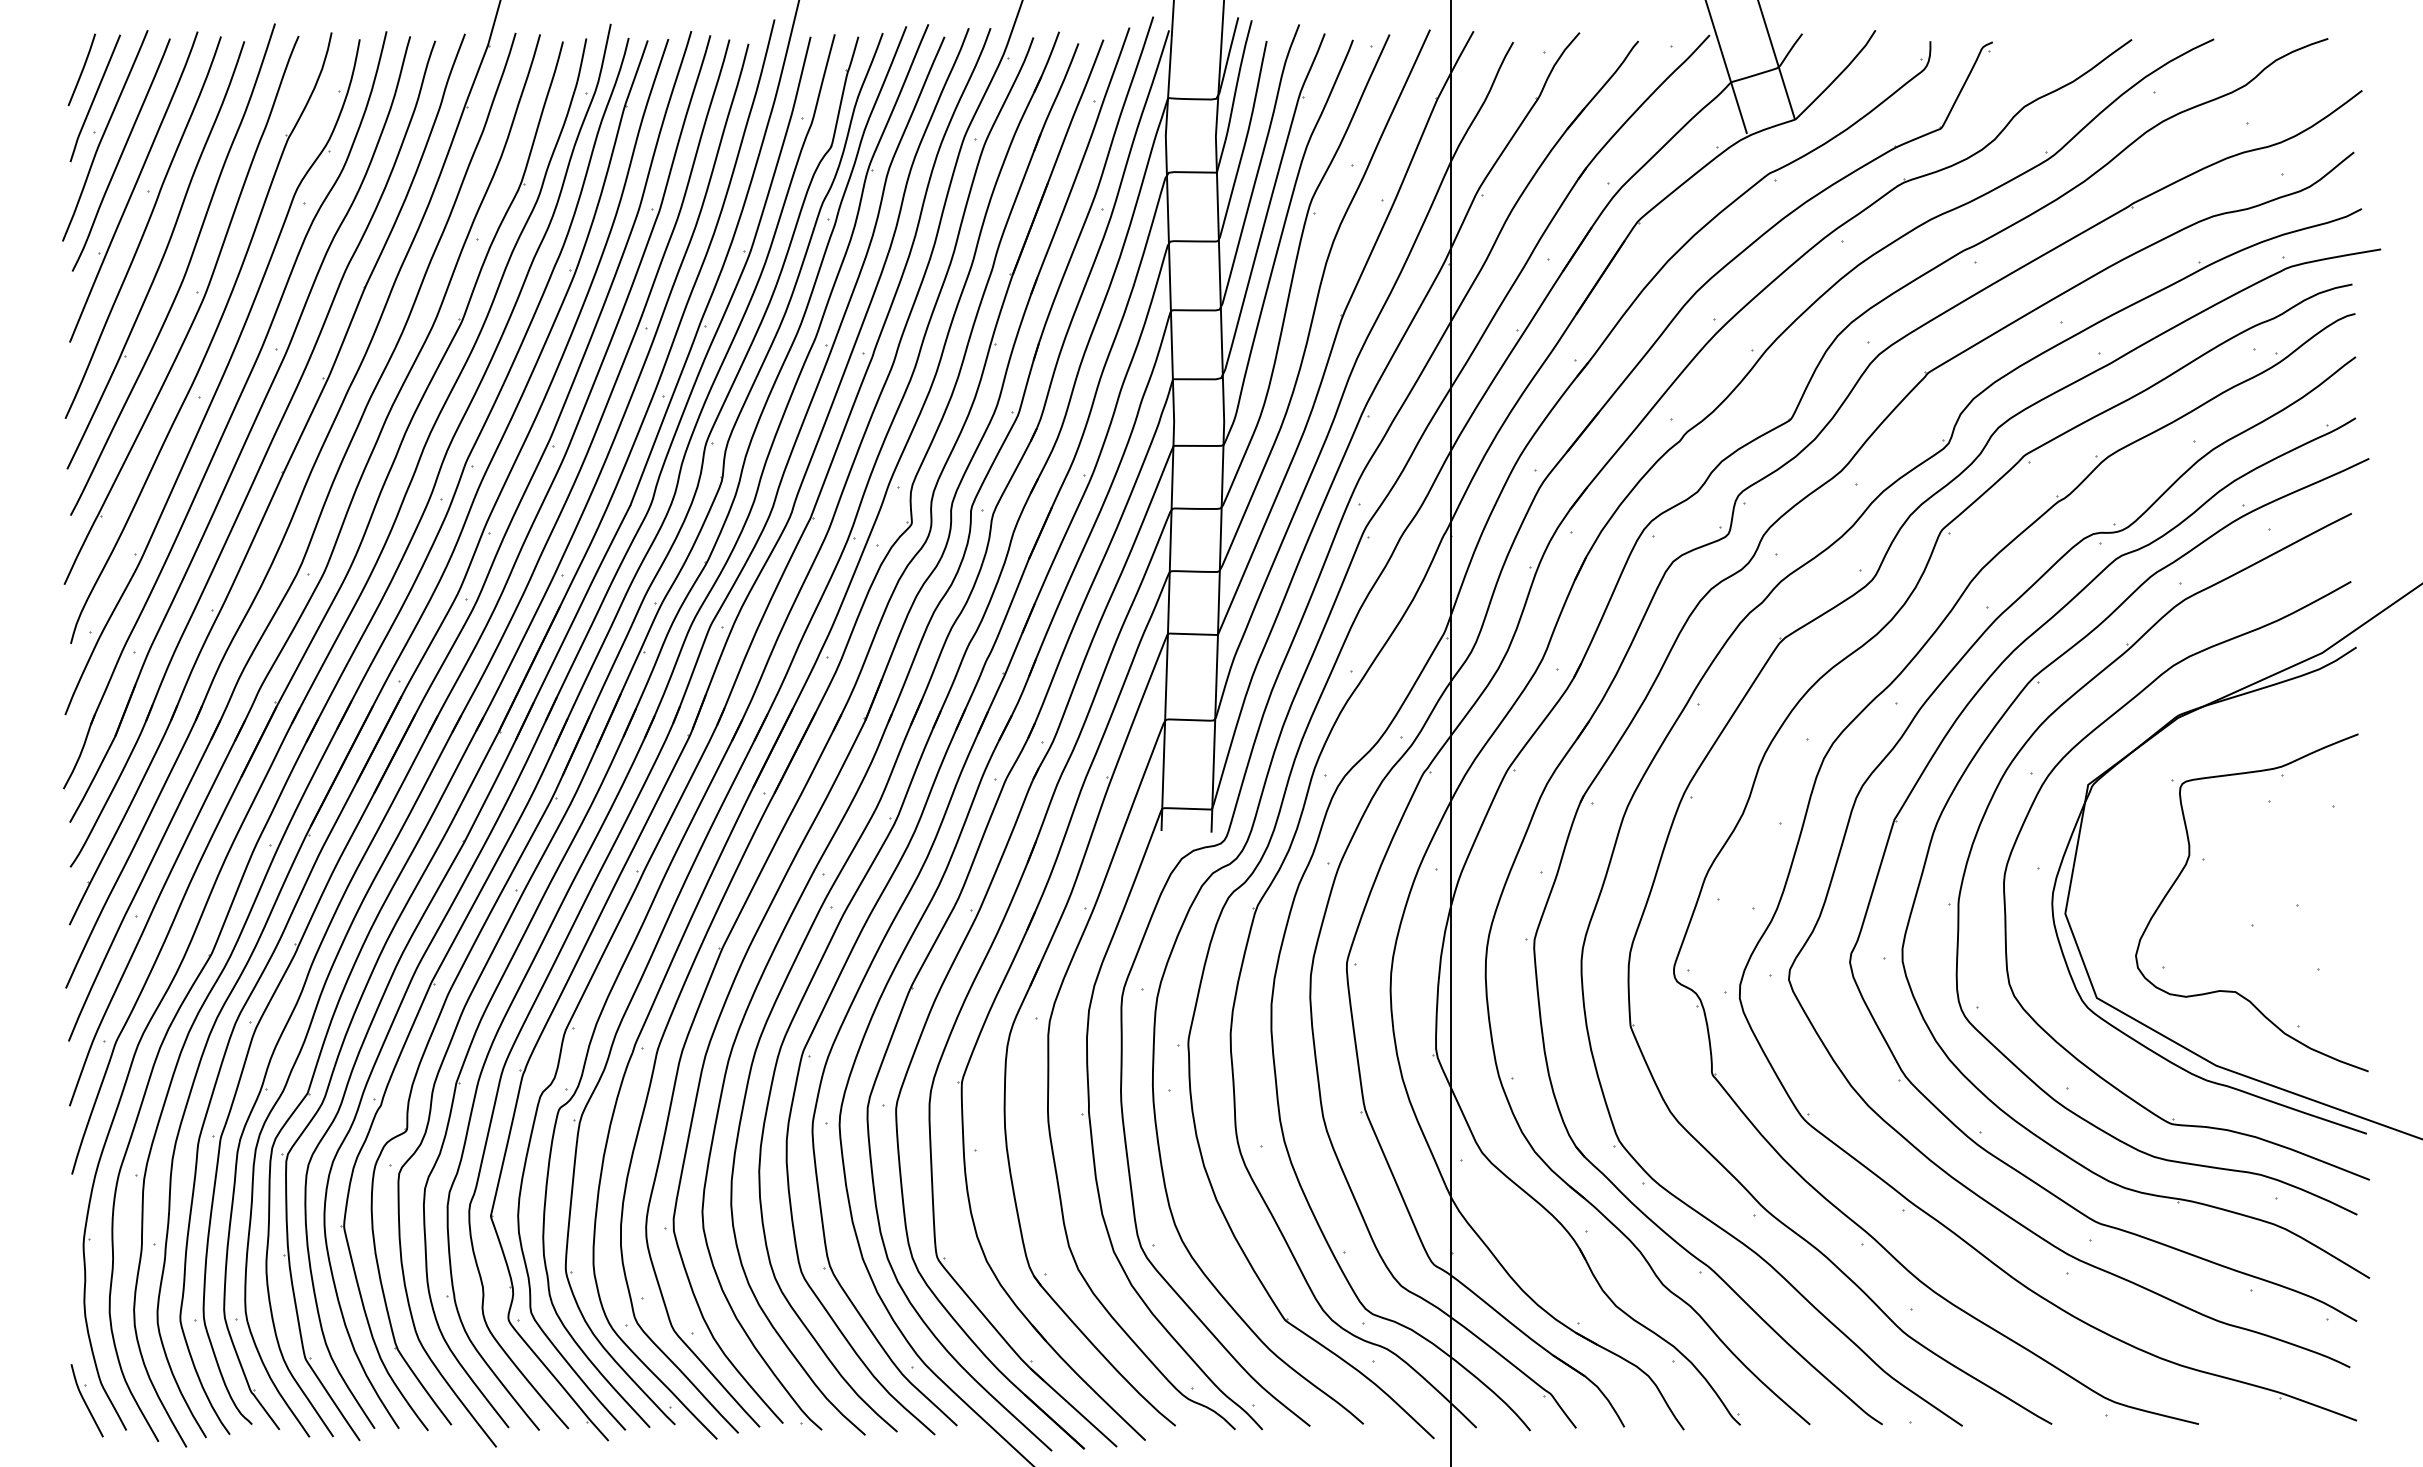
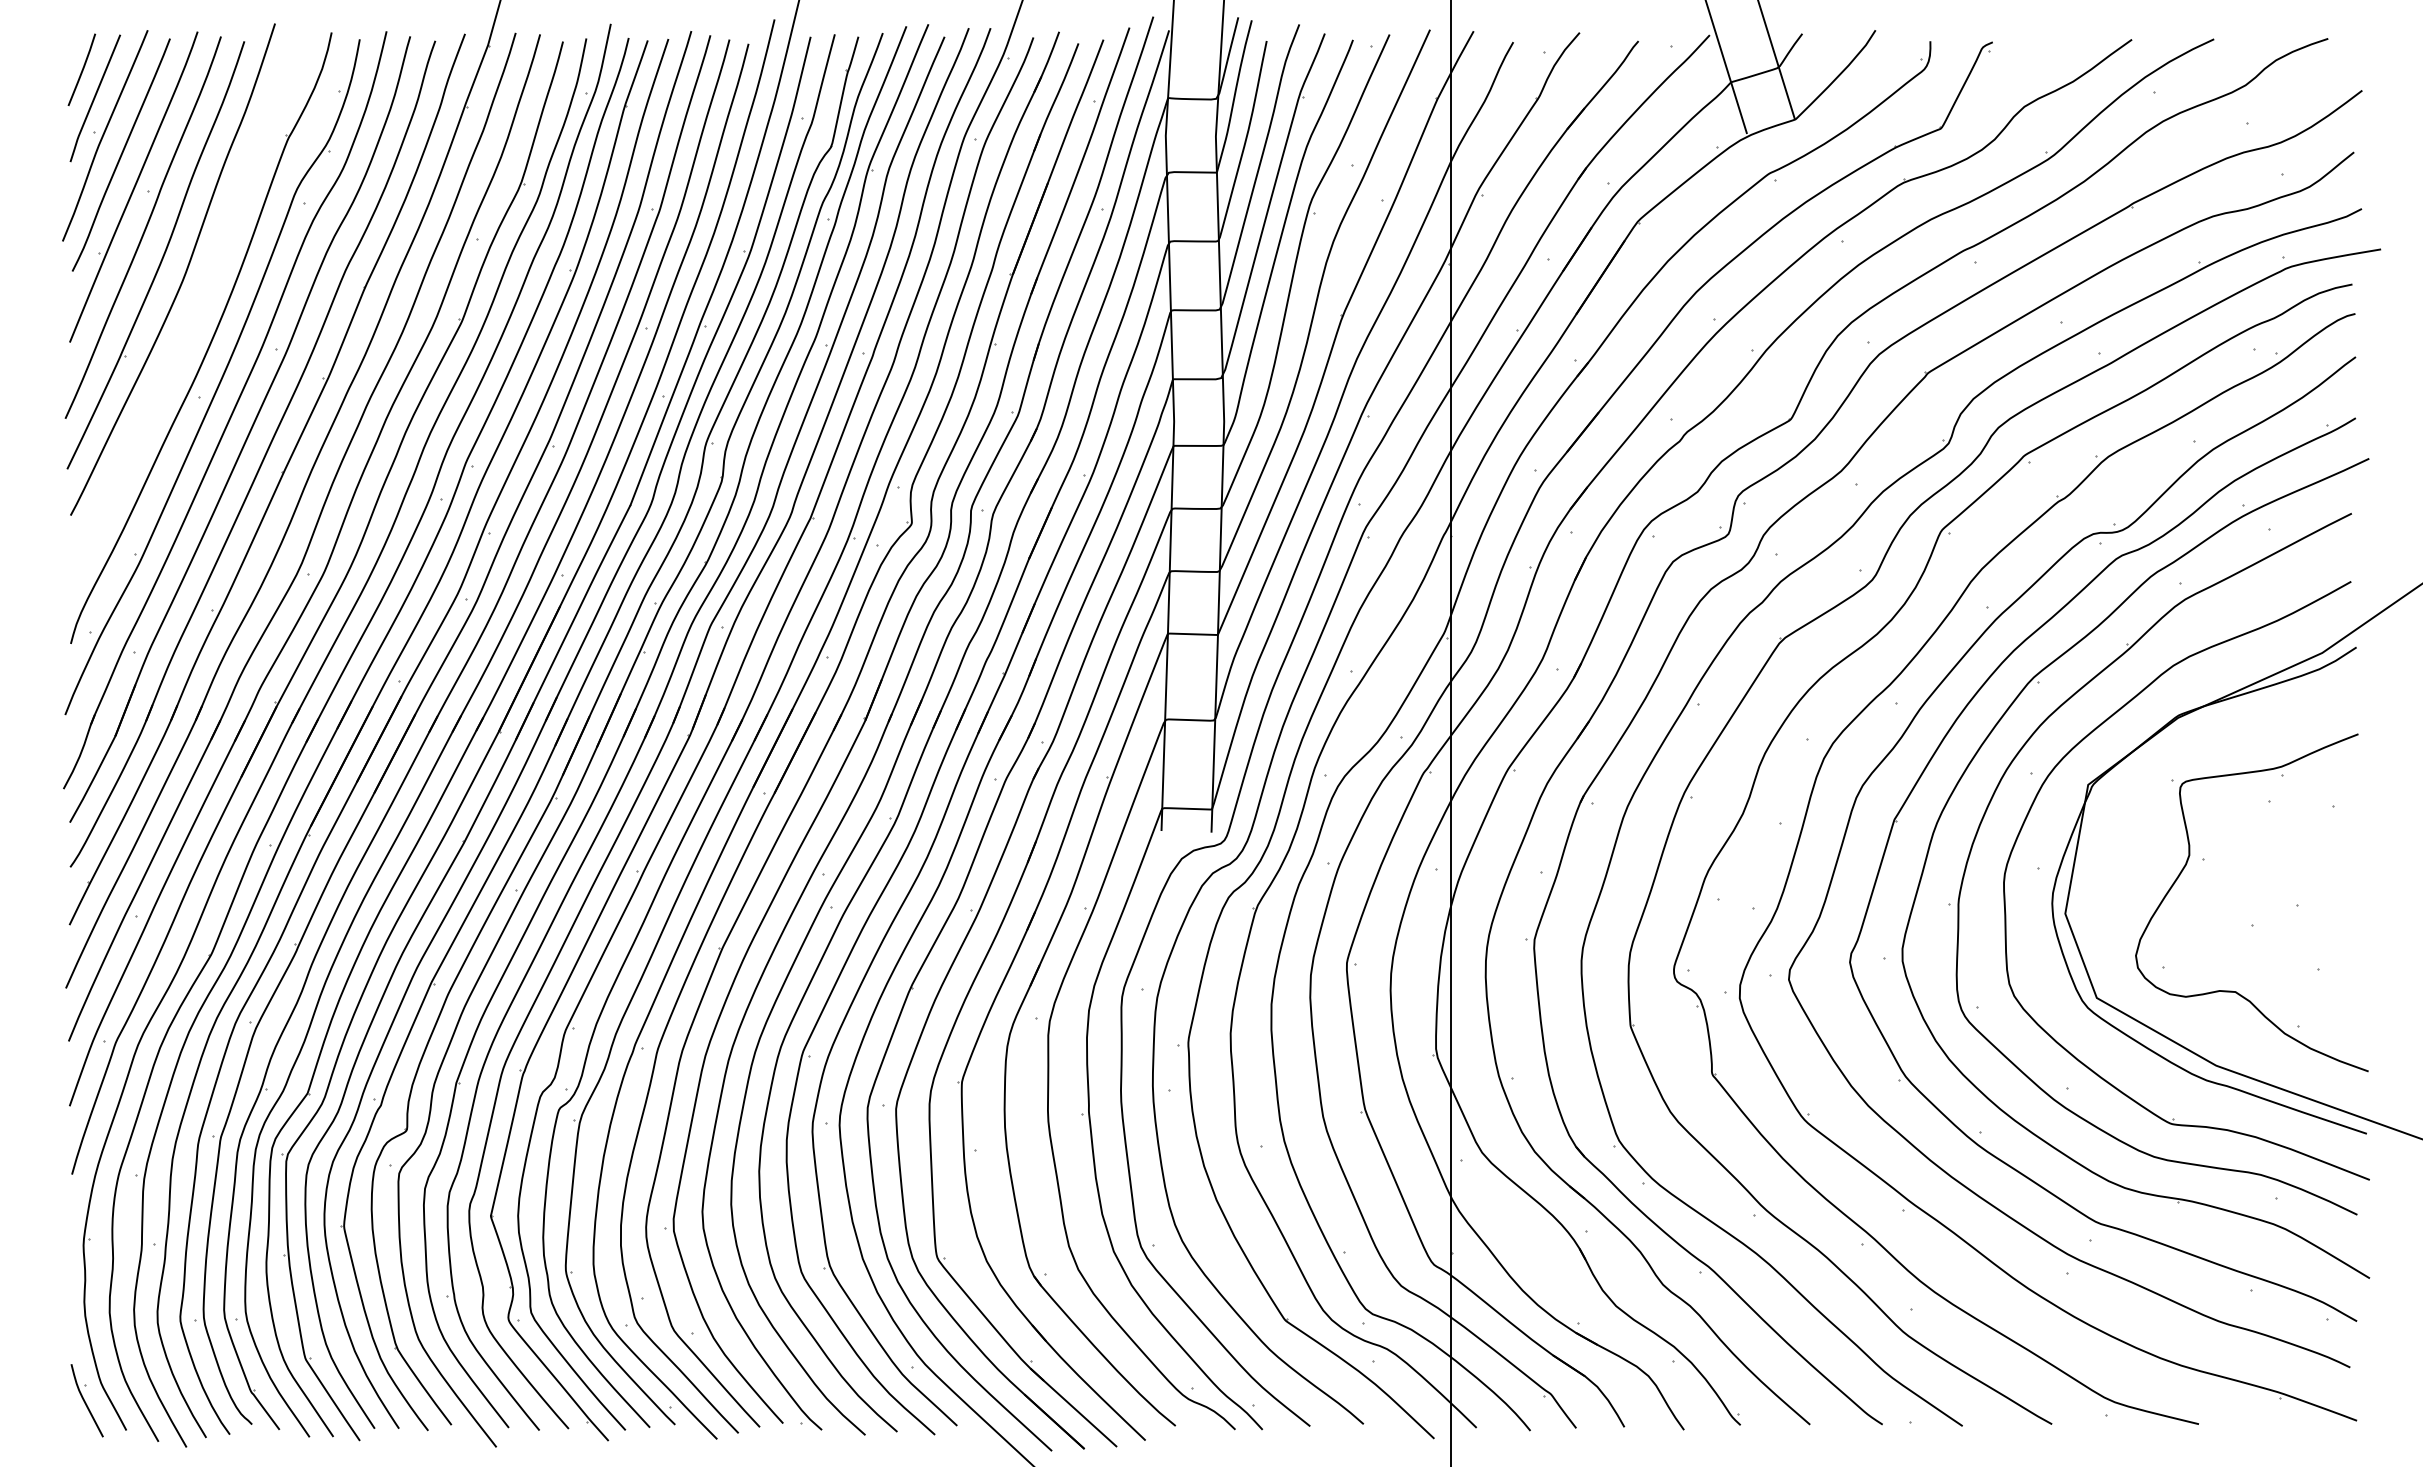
part at (194, 316): present -> none
